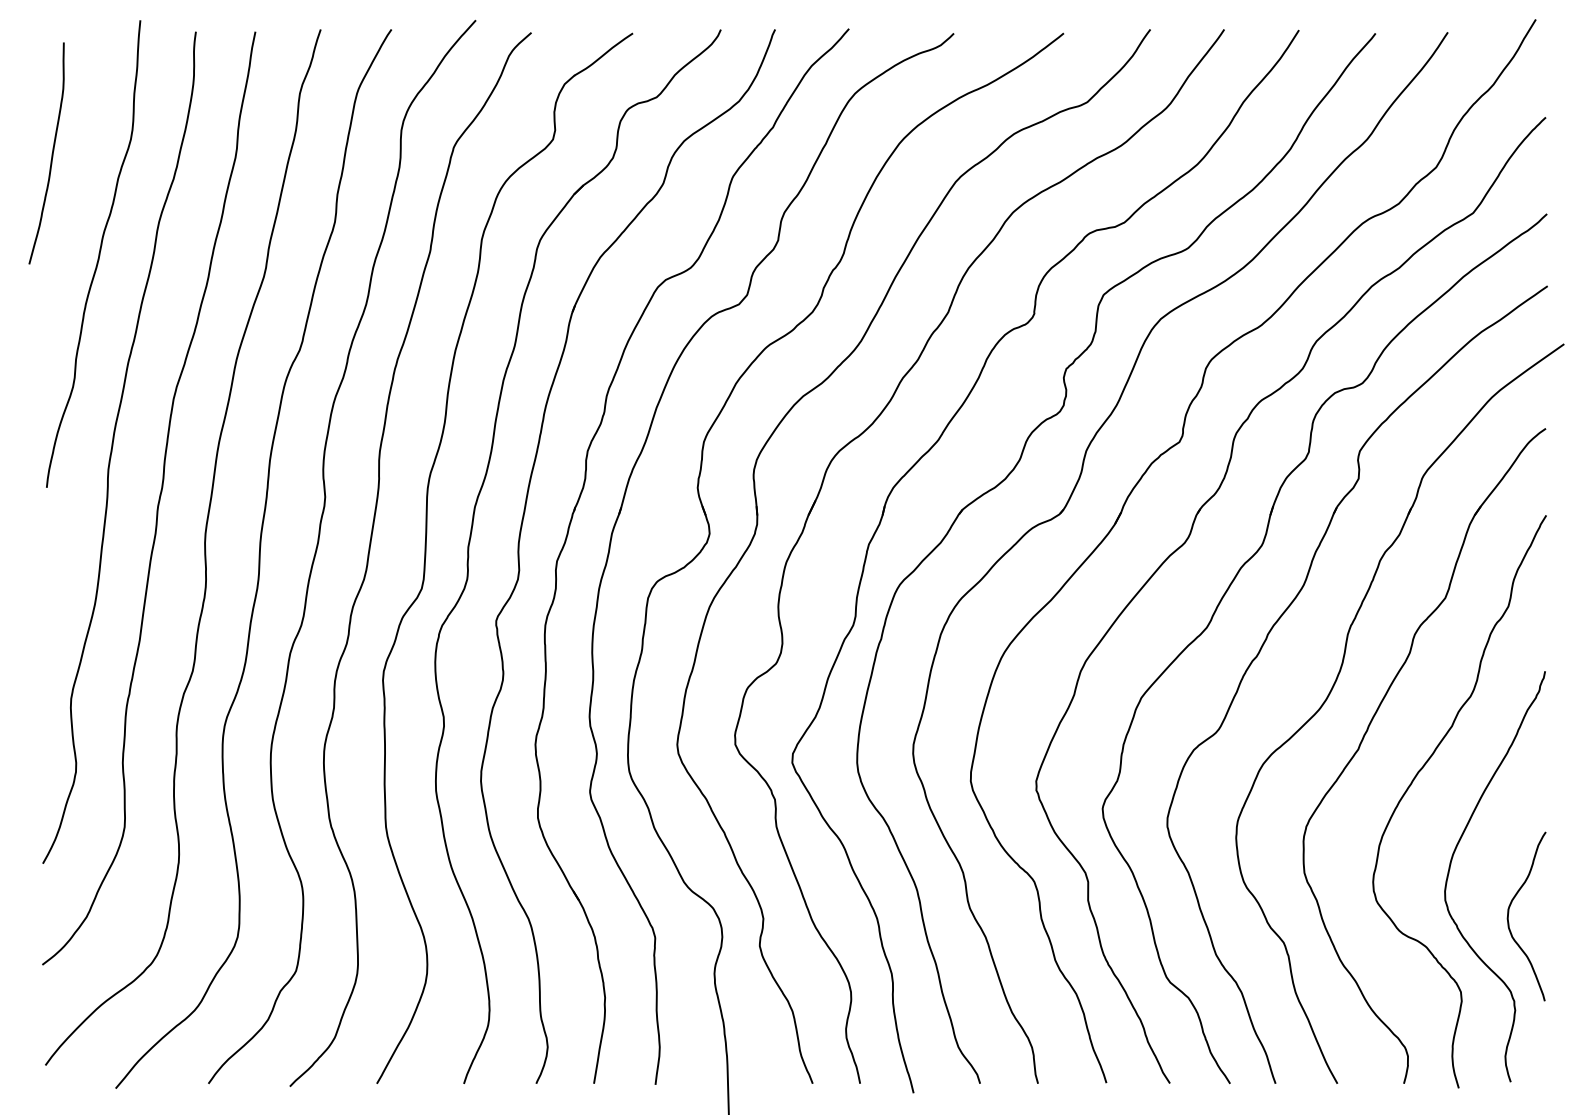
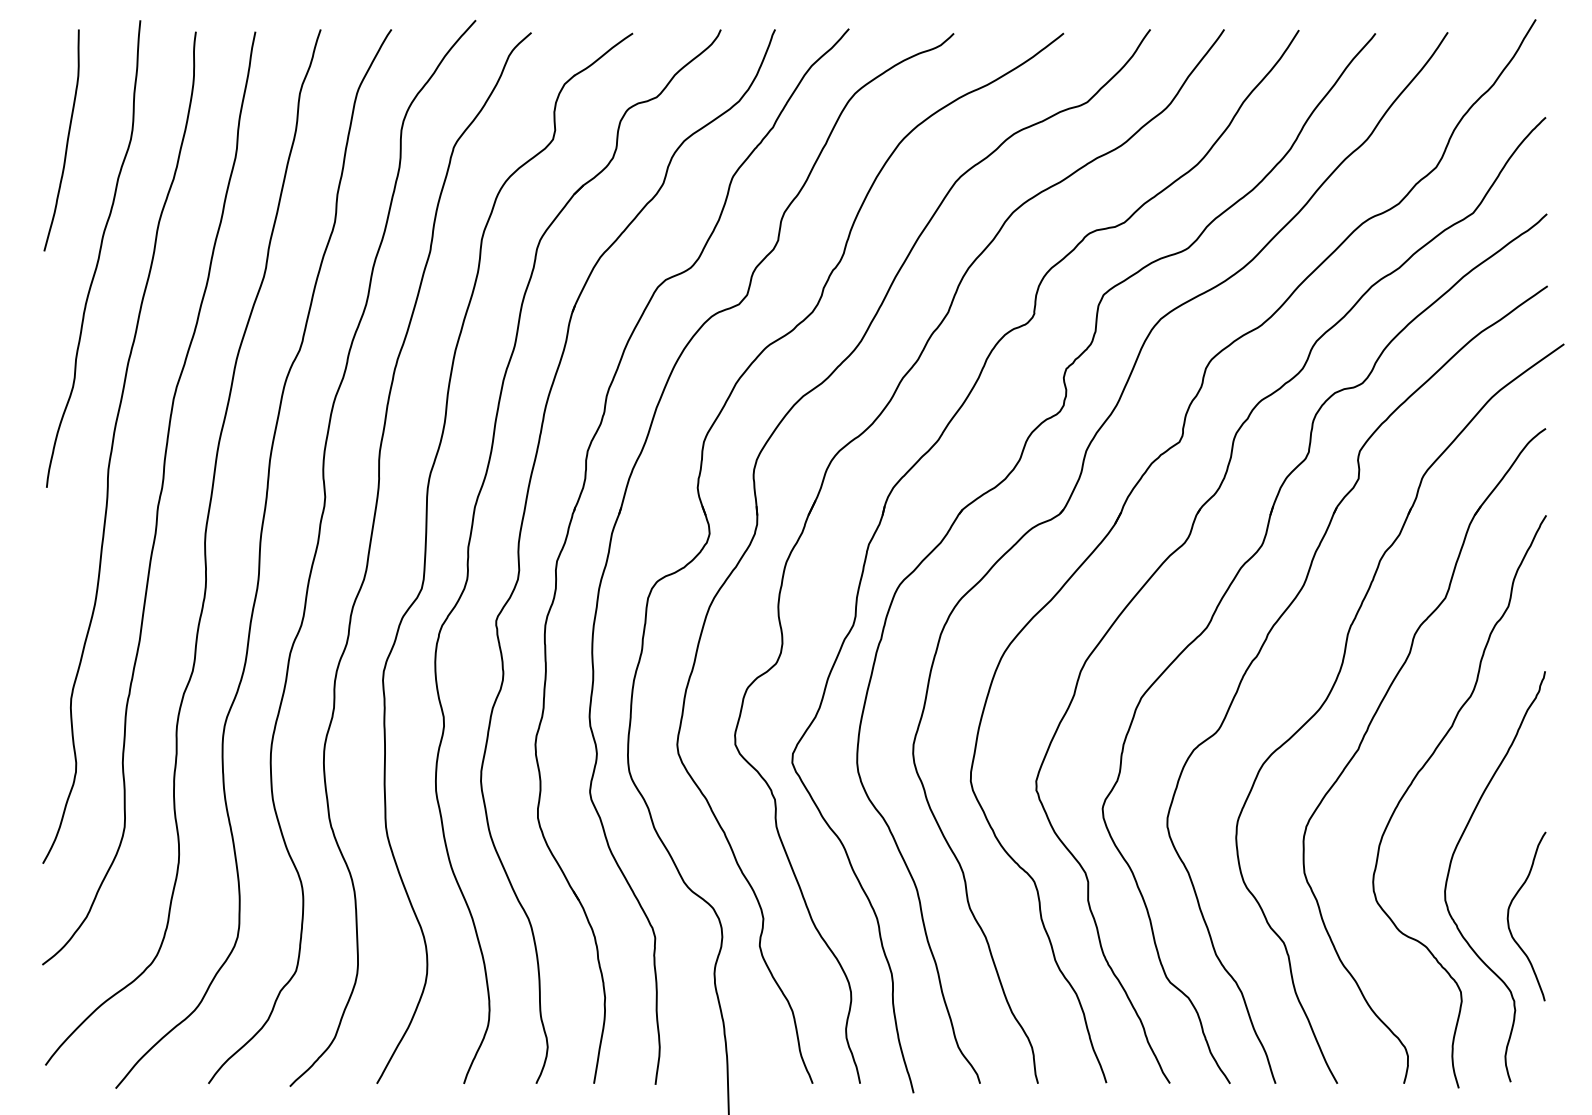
curve at (51, 153) position: (51, 153) -> (66, 140)
